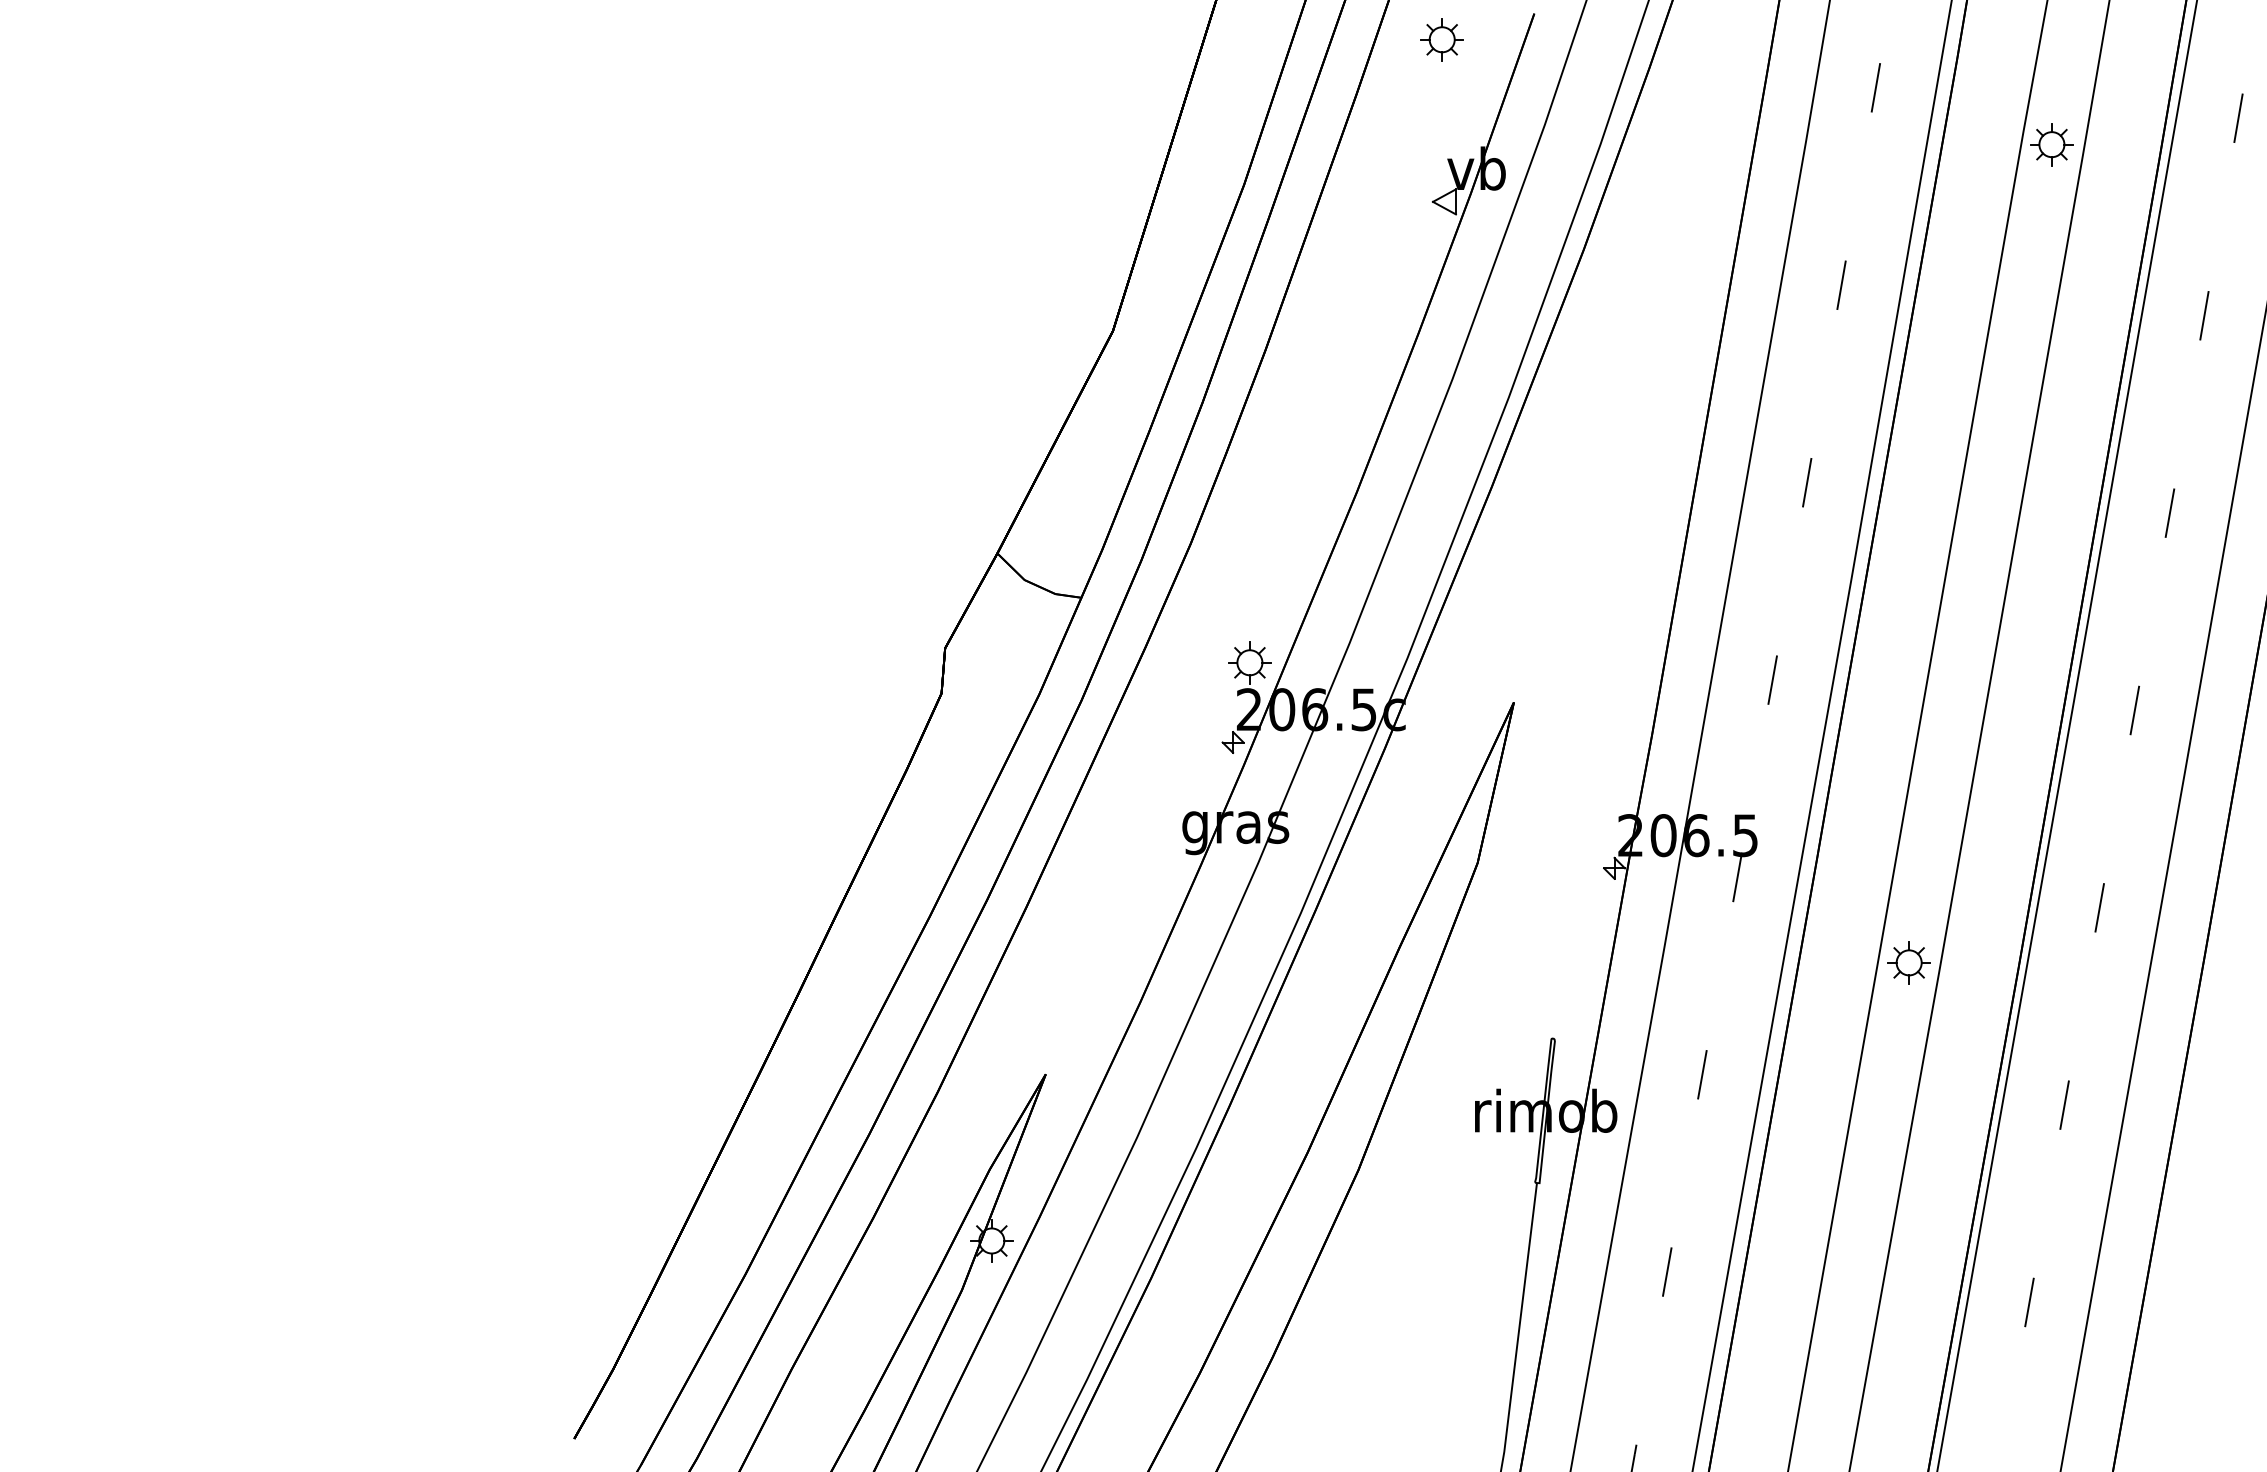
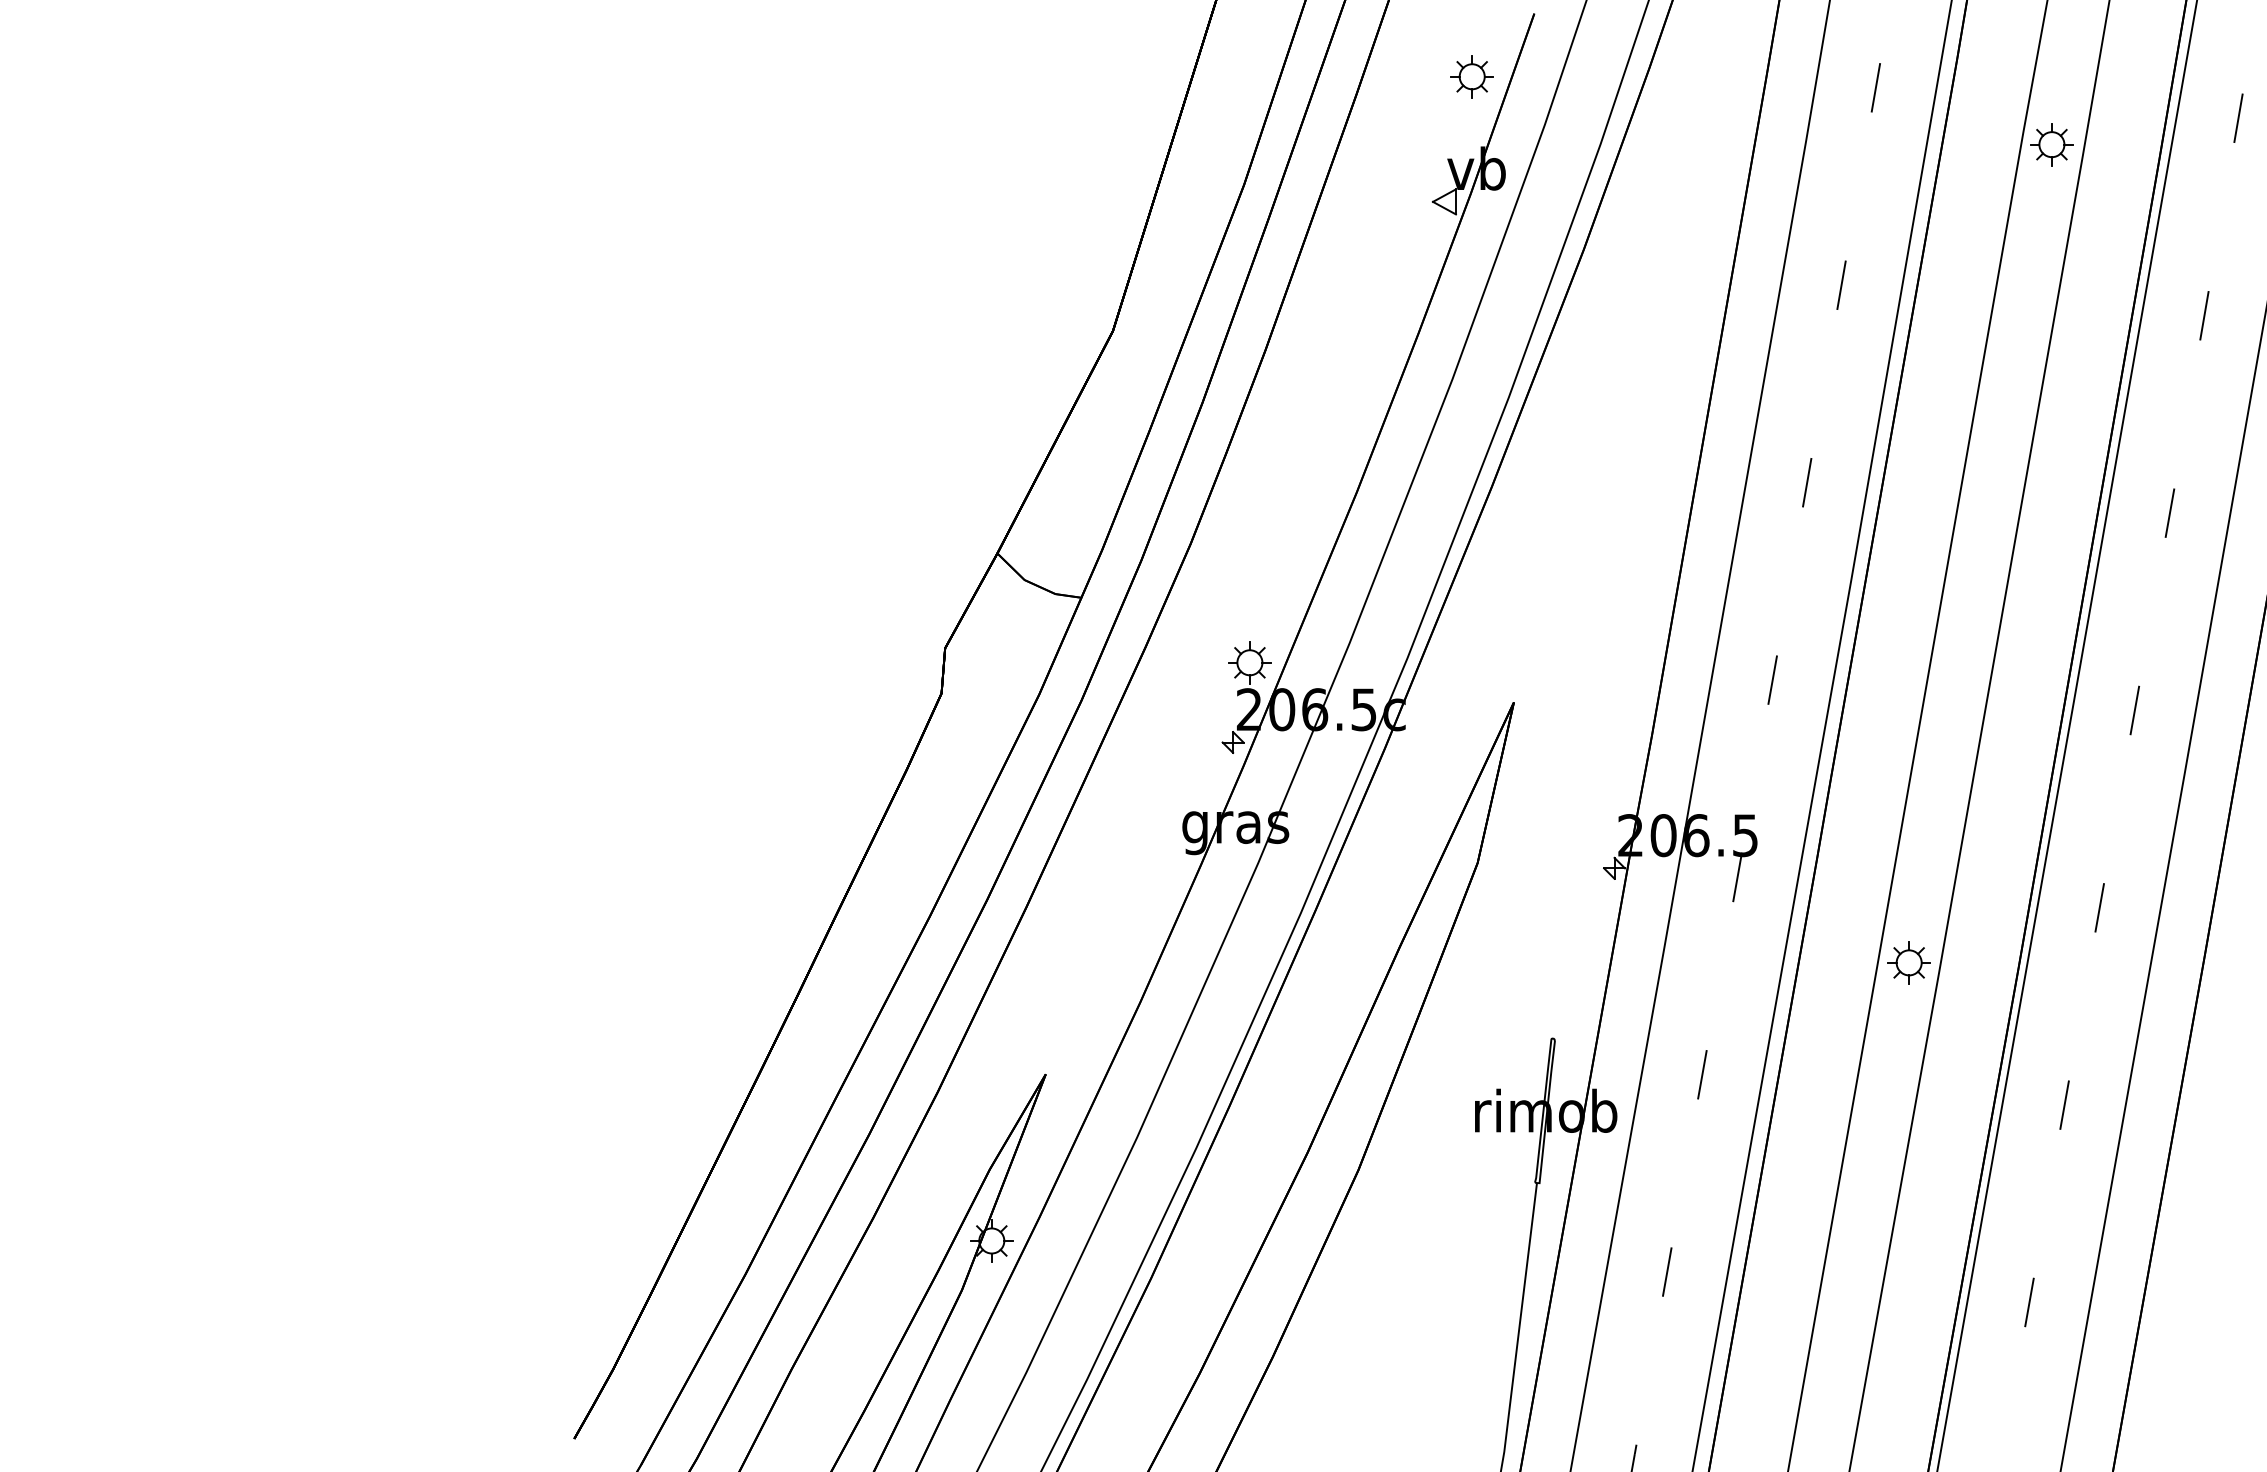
part at (1441, 39) position: (1441, 39) -> (1471, 76)
